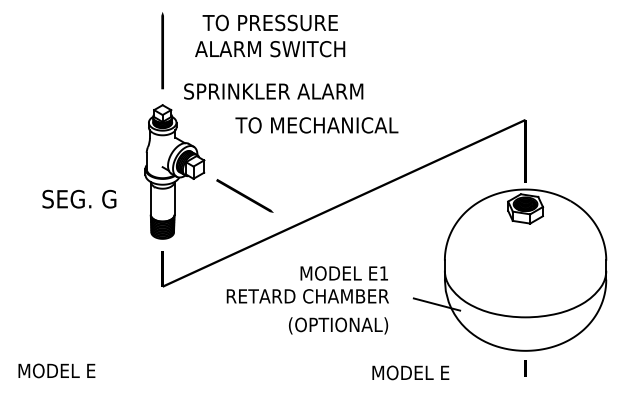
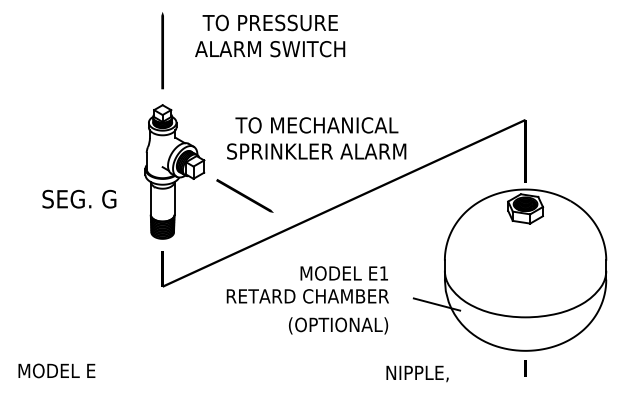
text at (273, 91) position: (273, 91) -> (316, 151)
text at (410, 373): MODEL E -> NIPPLE,
